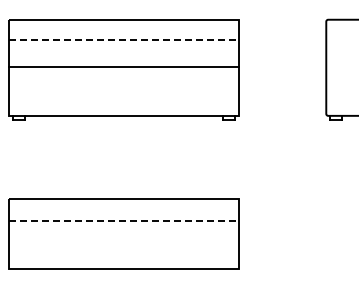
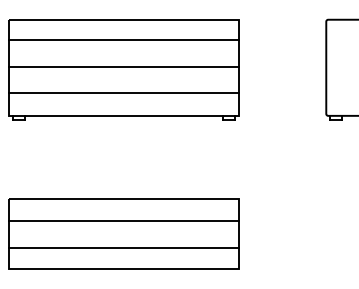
line at (124, 40): dashed -> solid
line at (123, 93): none -> present
line at (124, 220): dashed -> solid
line at (123, 247): none -> present
